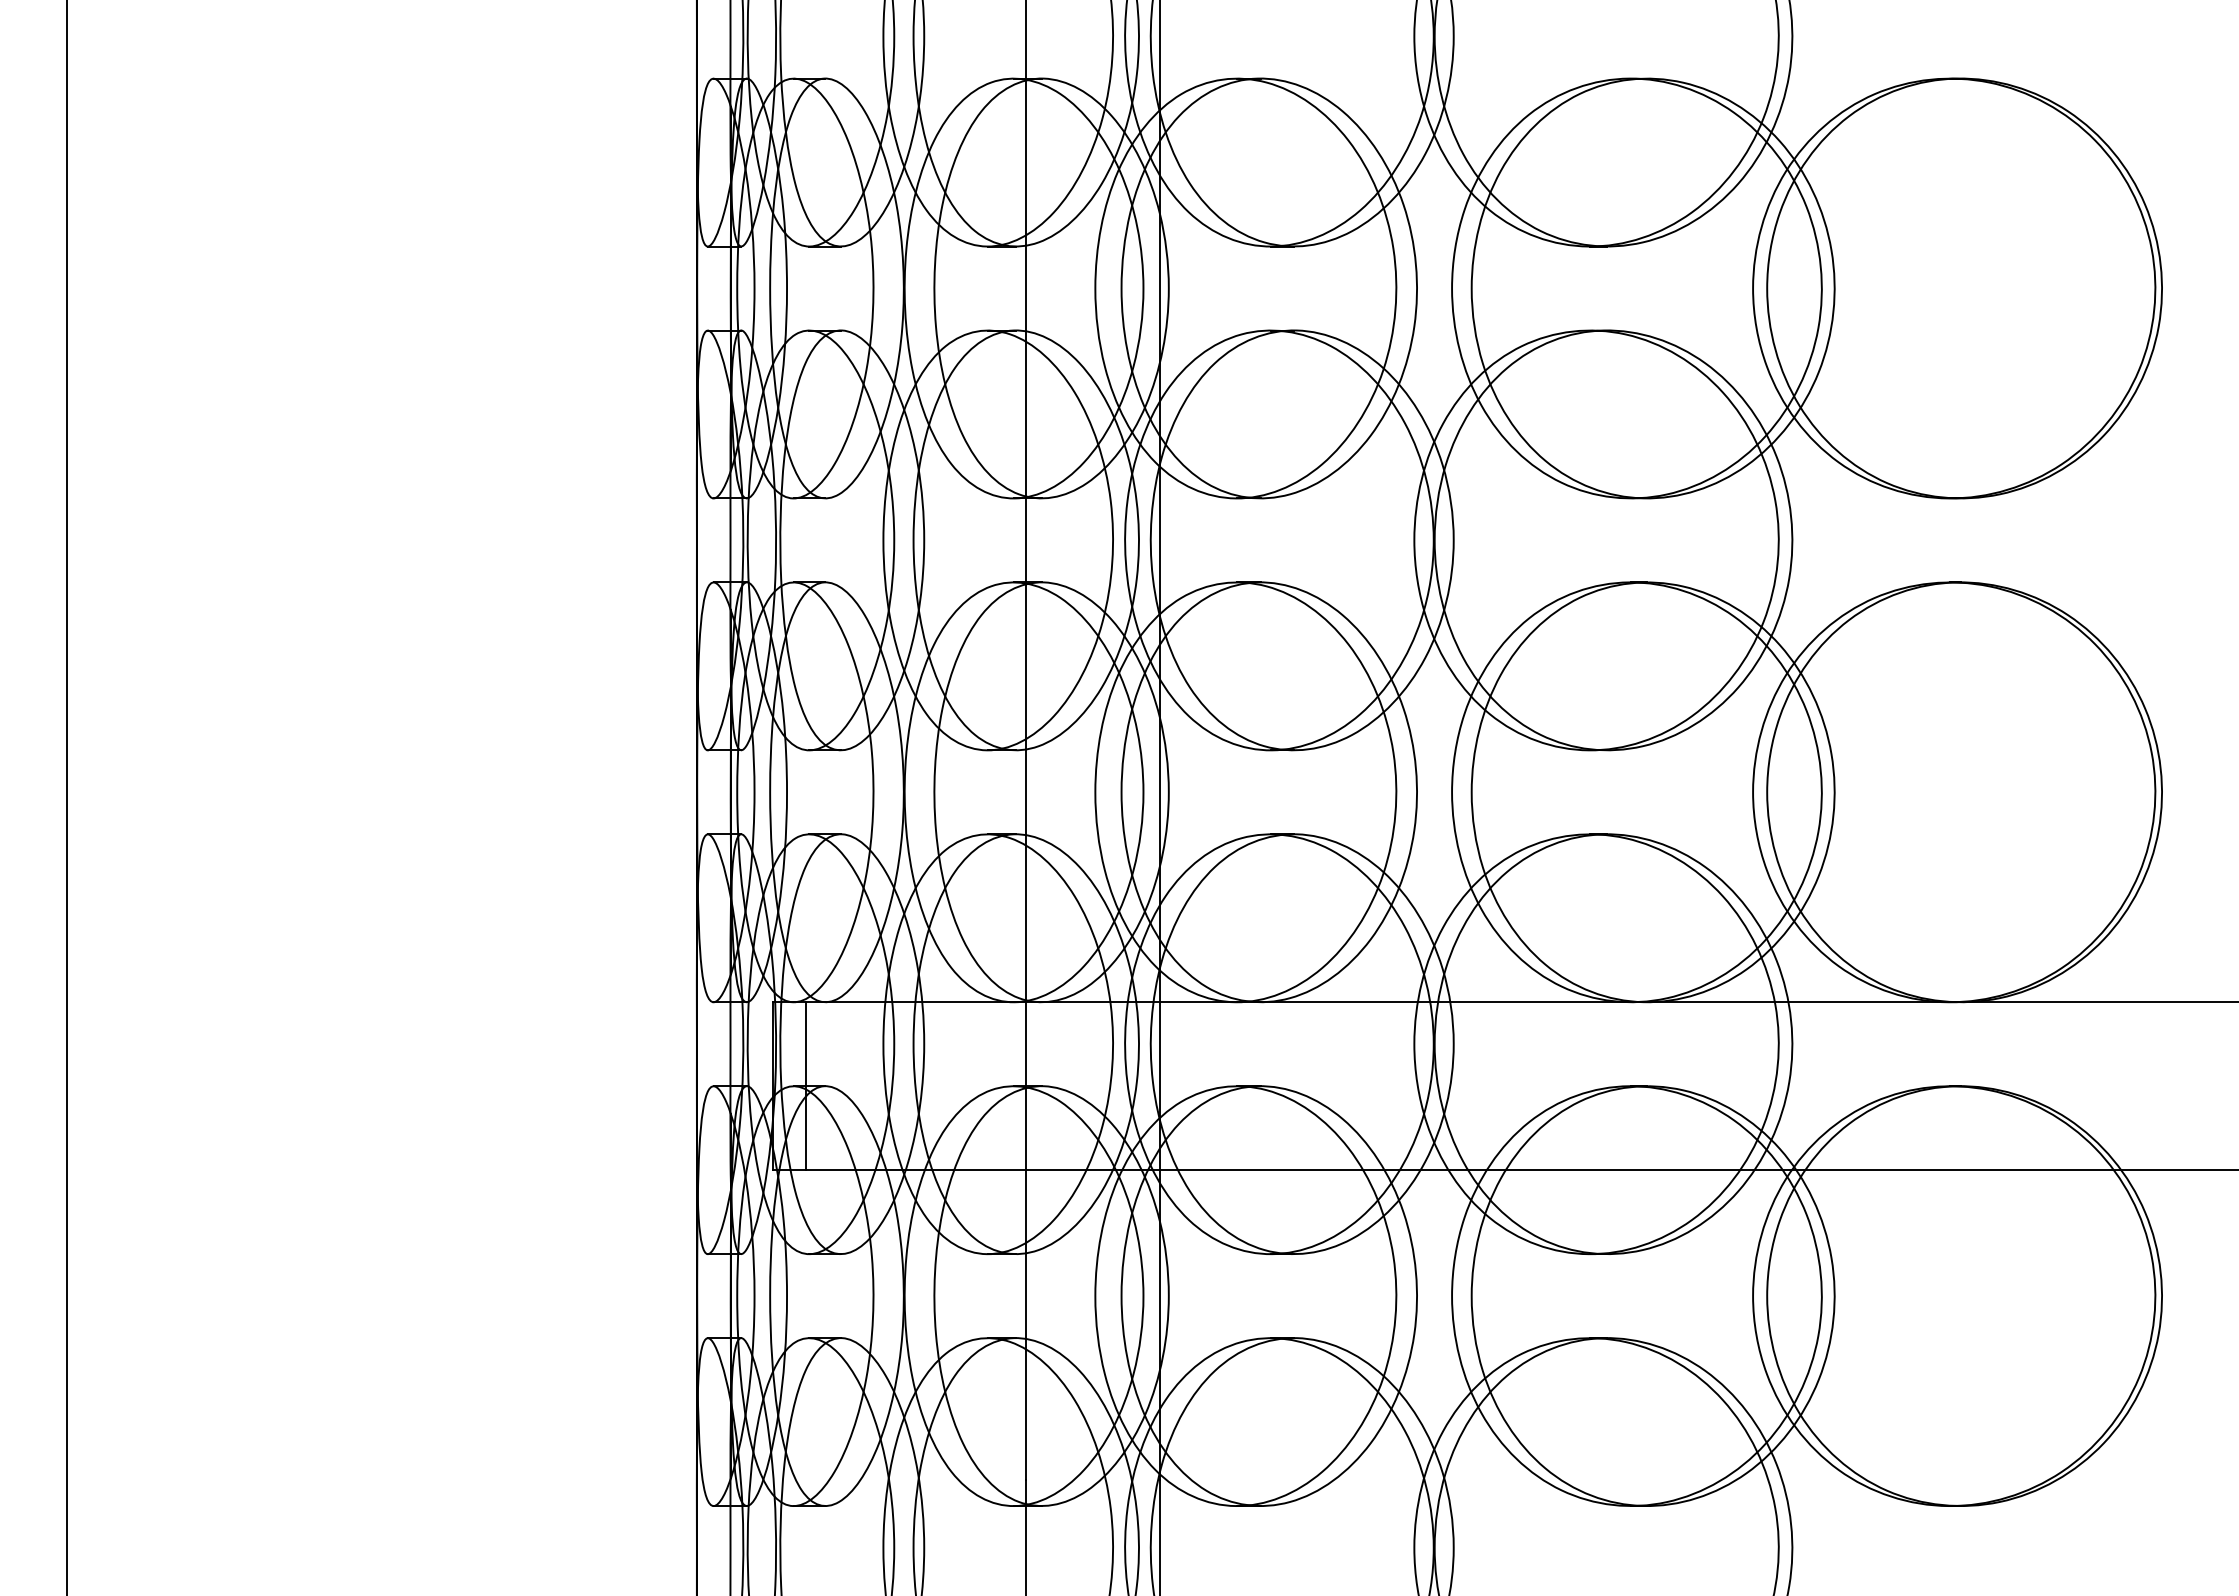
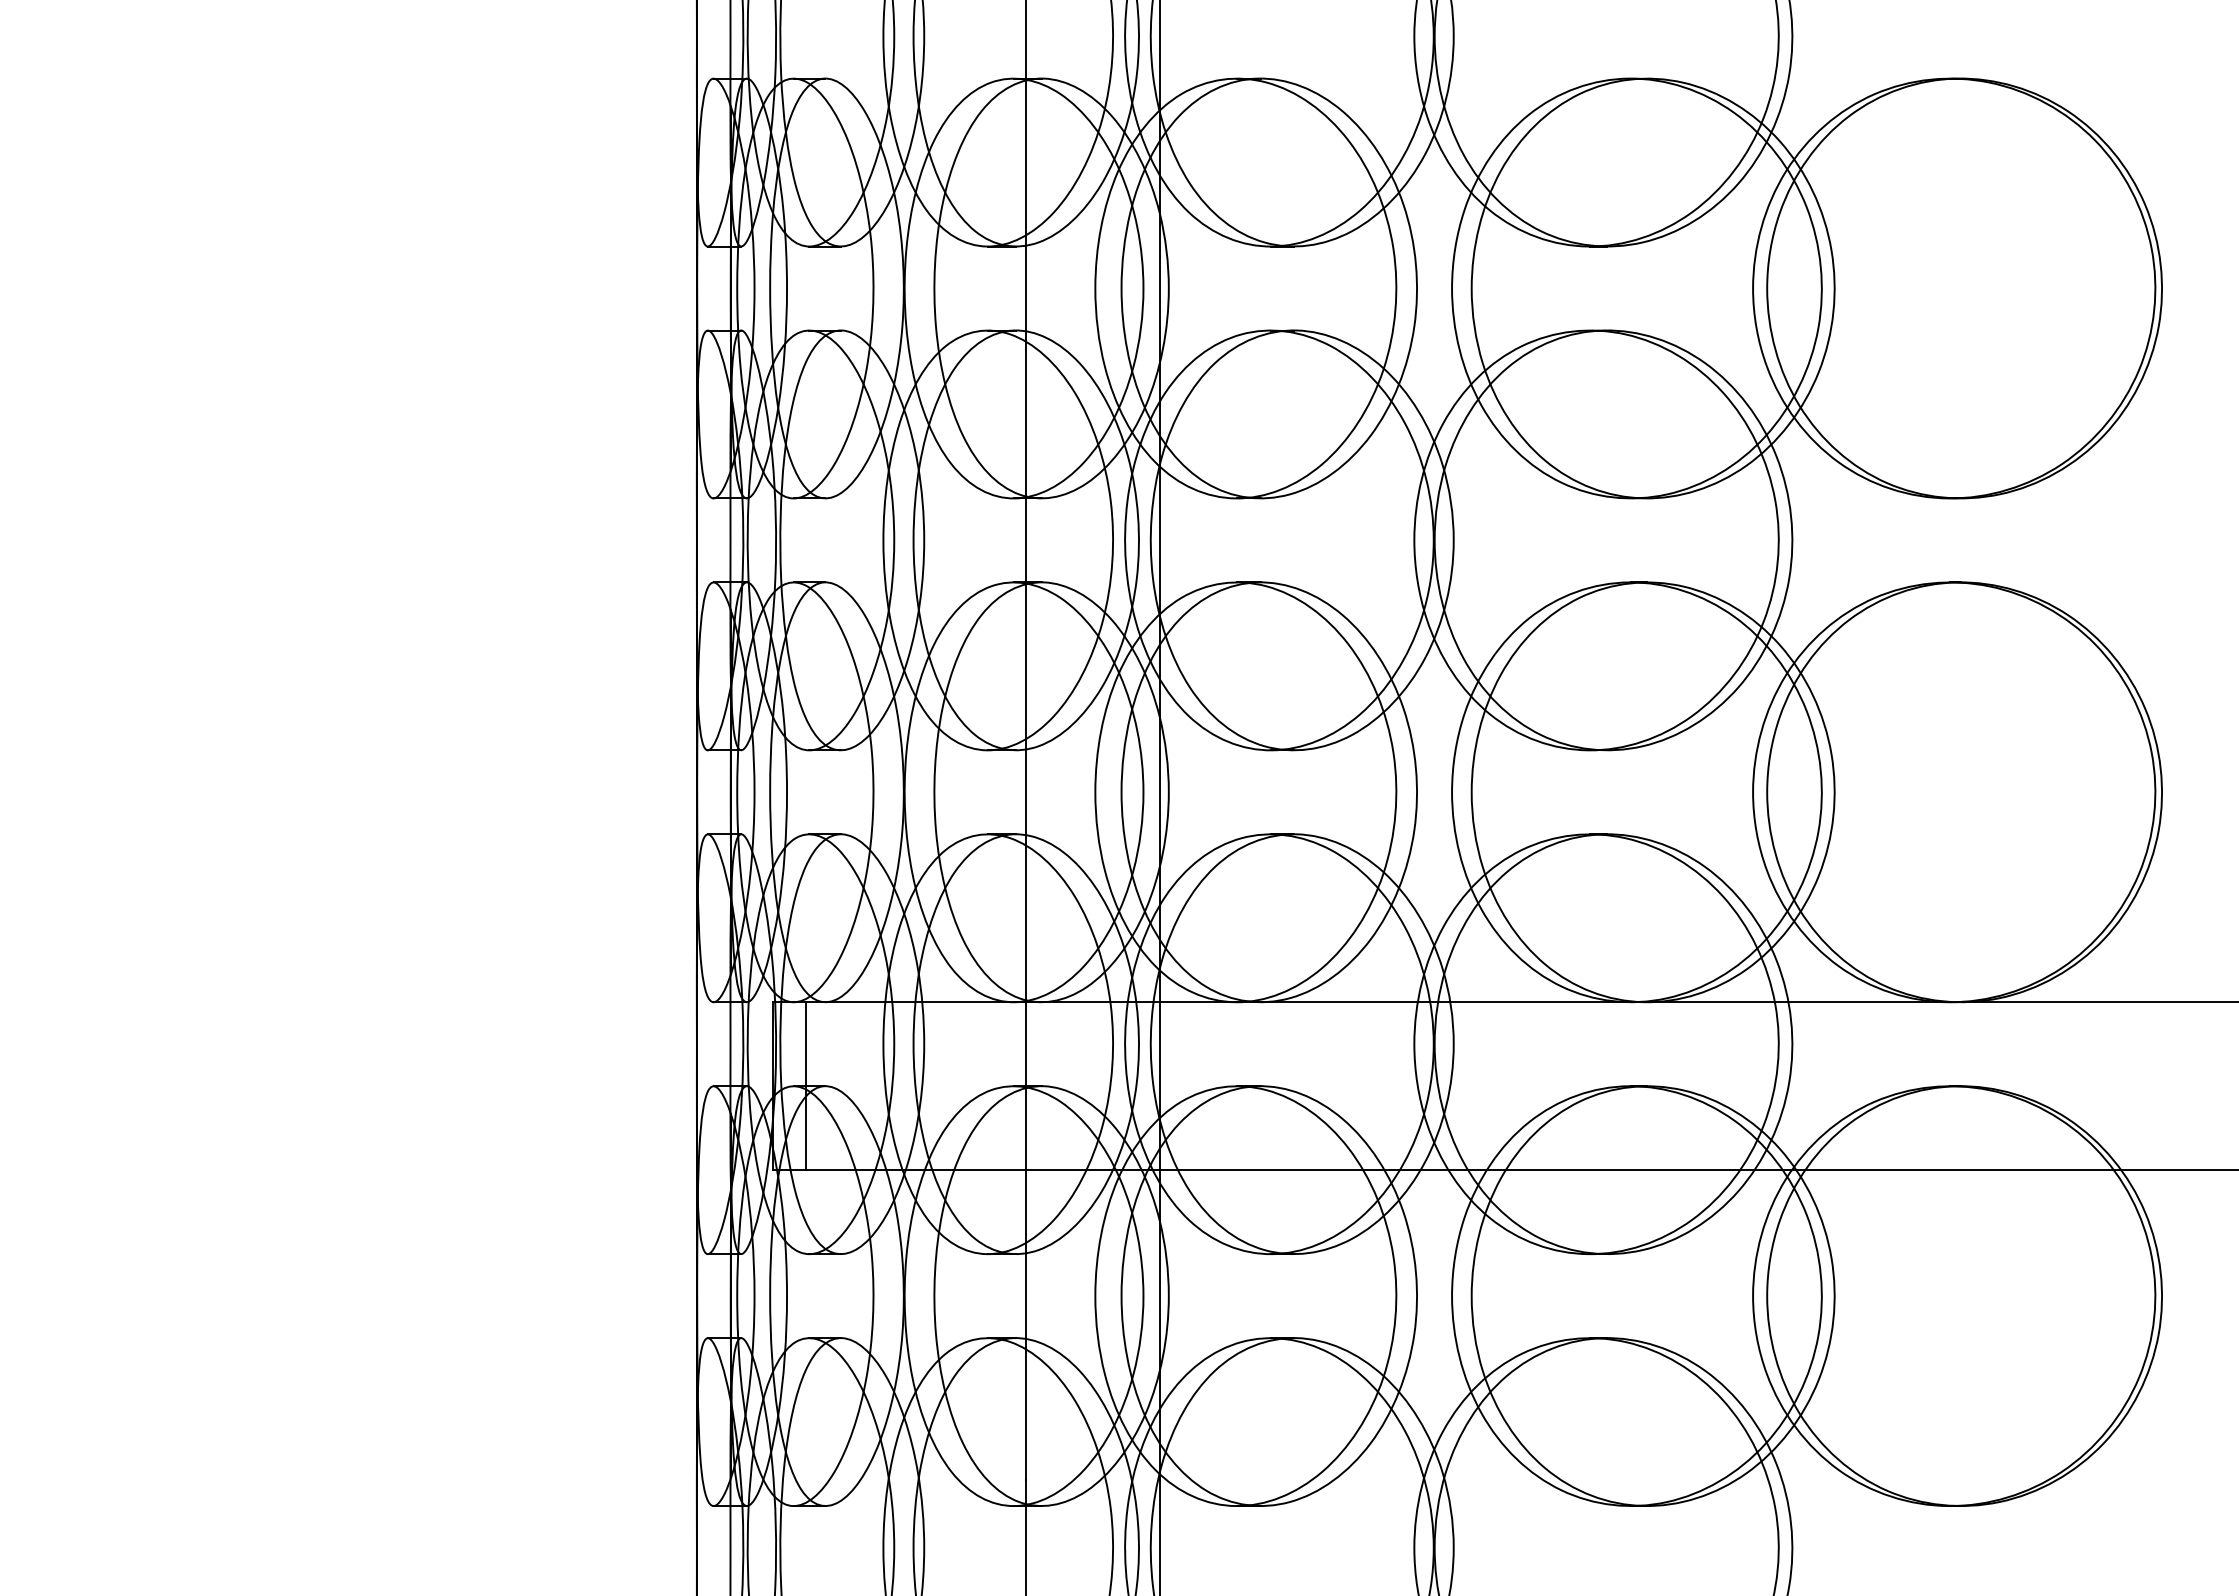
line at (67, 797): present -> none
